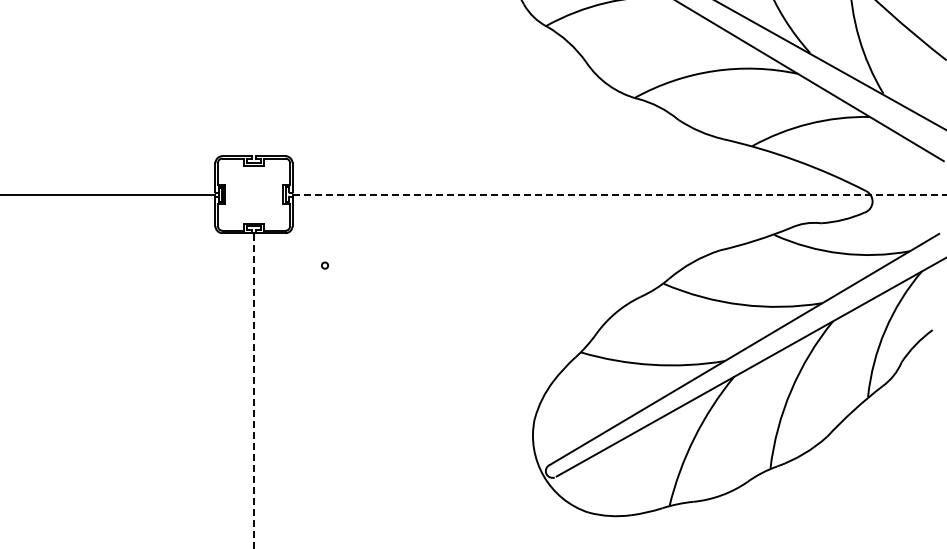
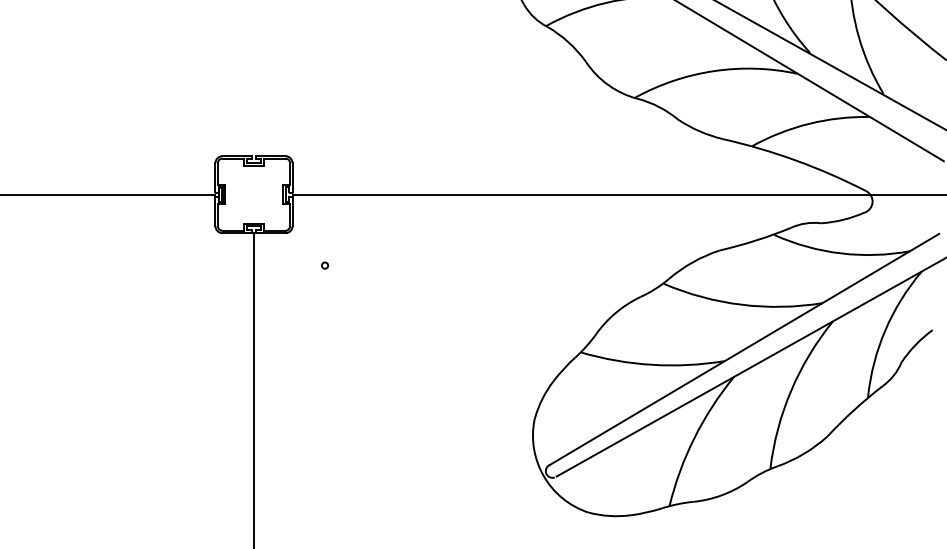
line at (619, 194): dashed -> solid
line at (254, 391): dashed -> solid
